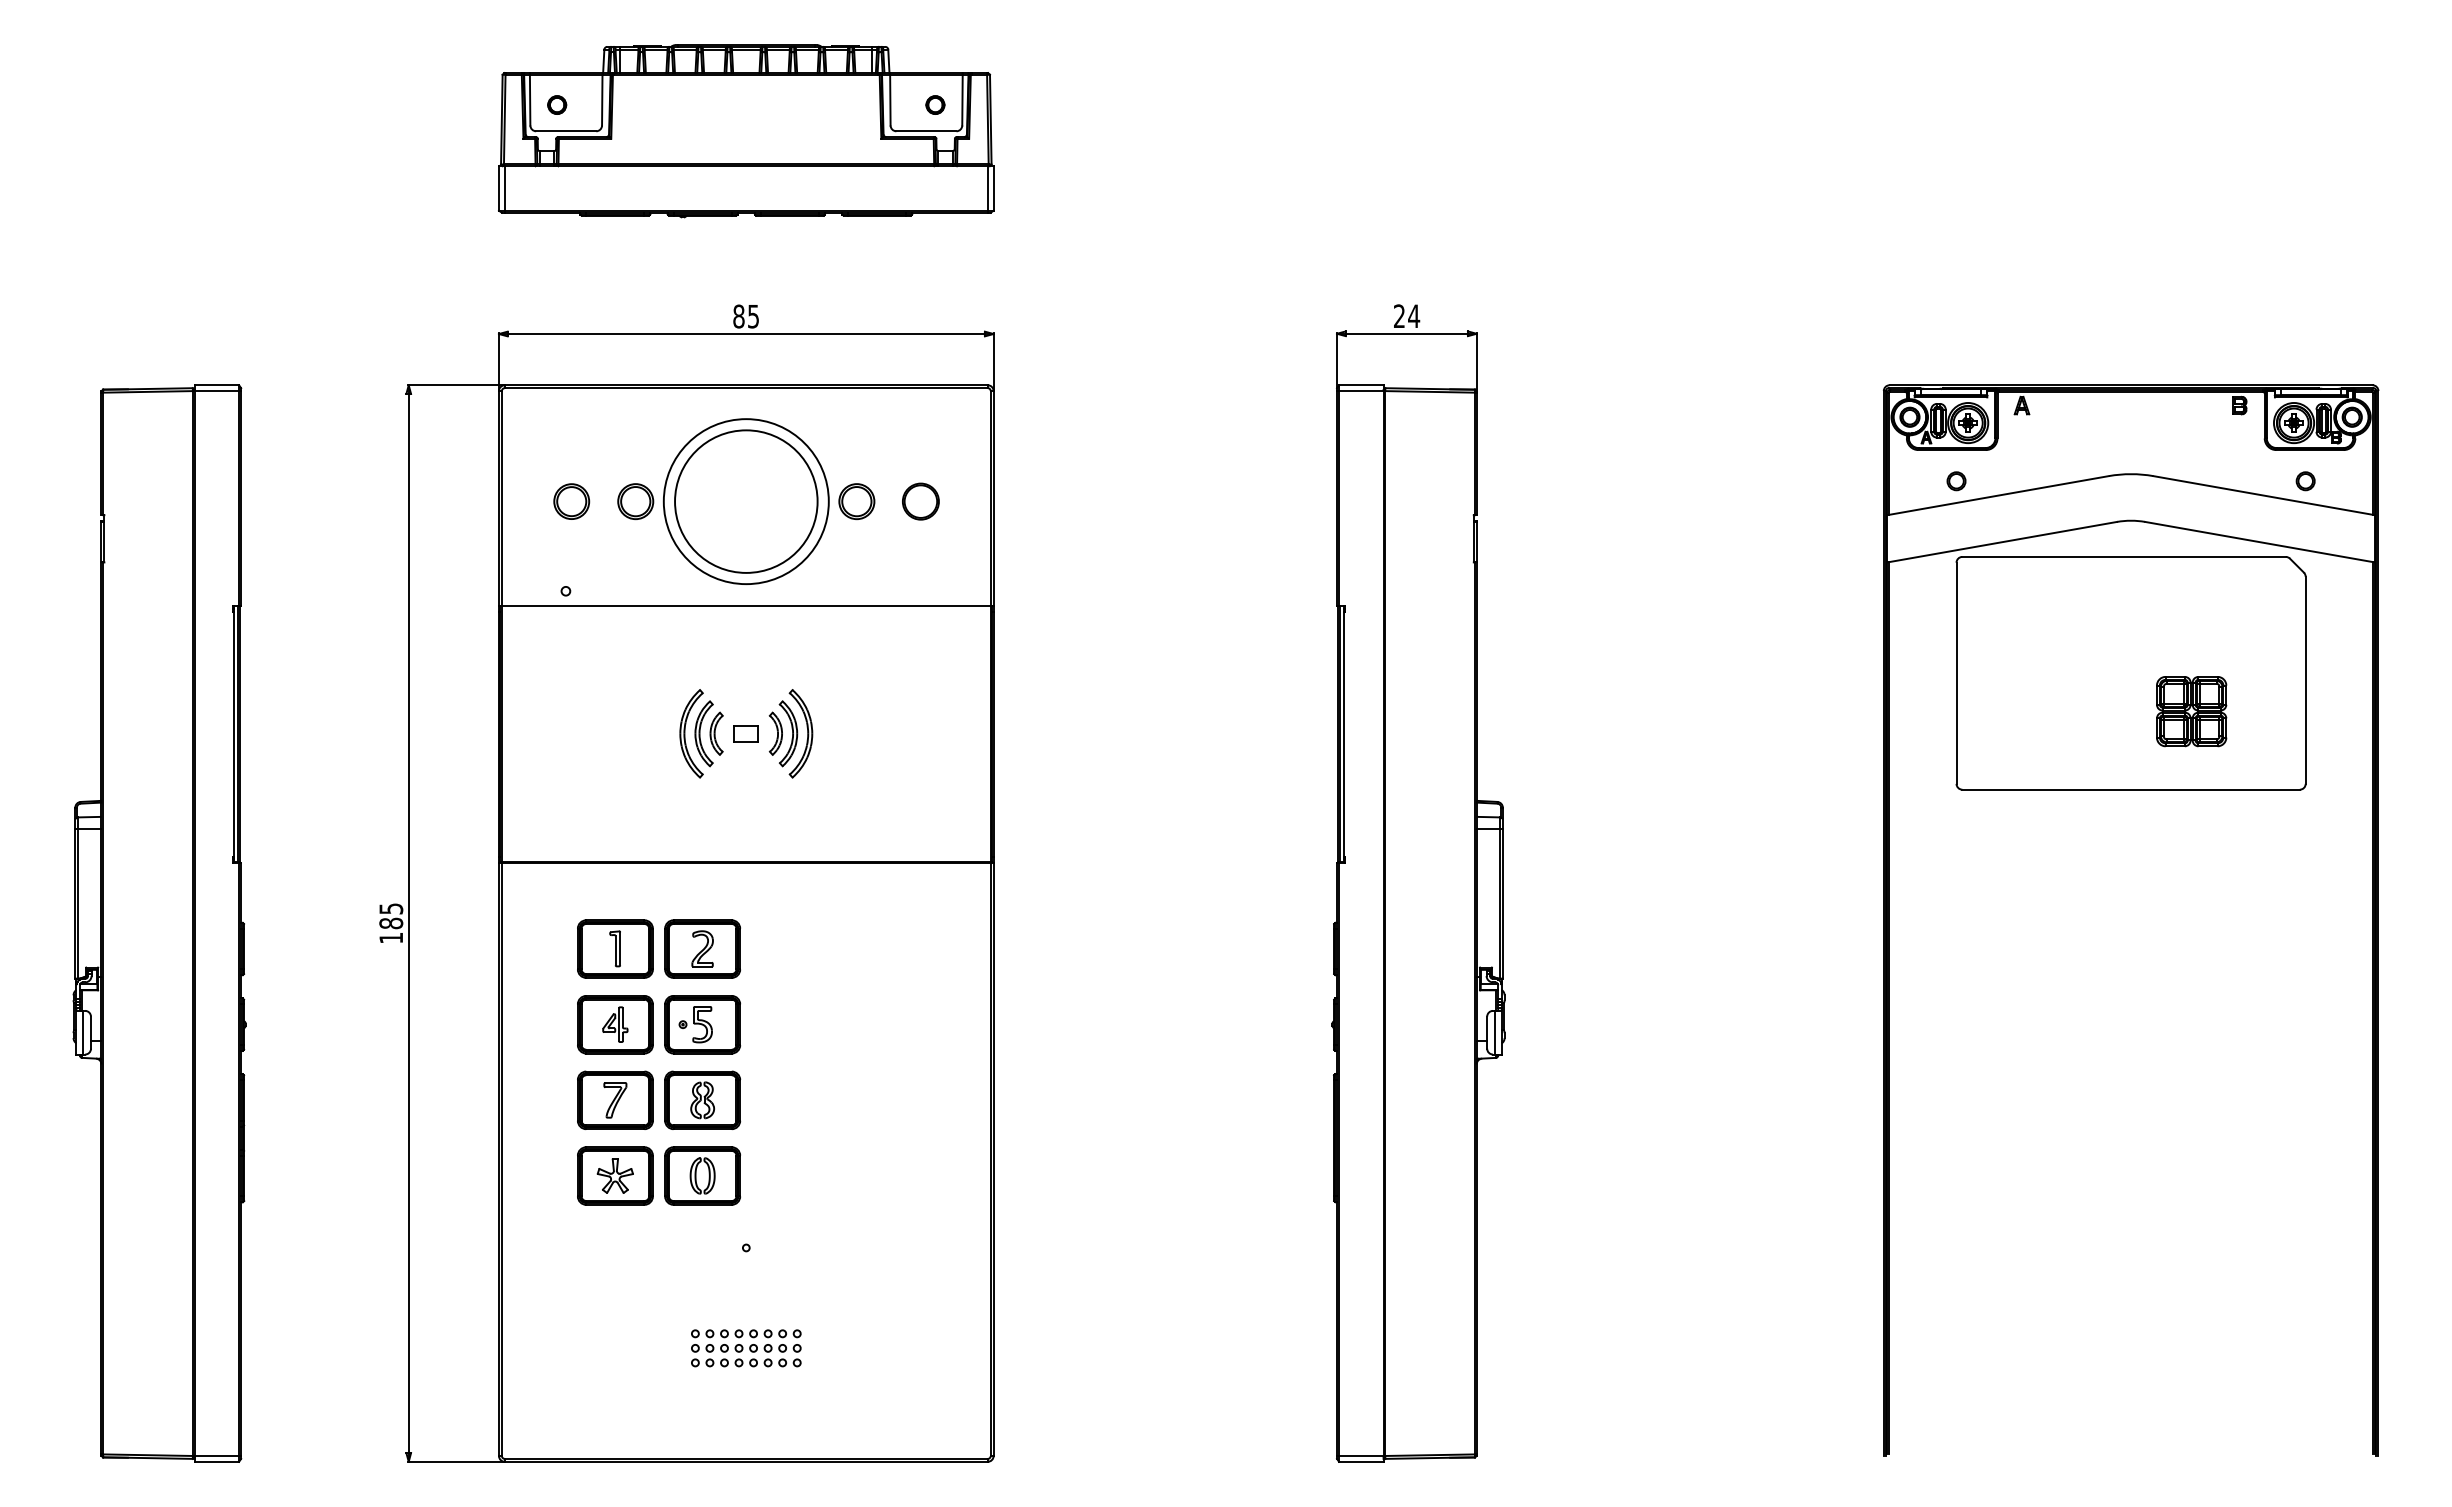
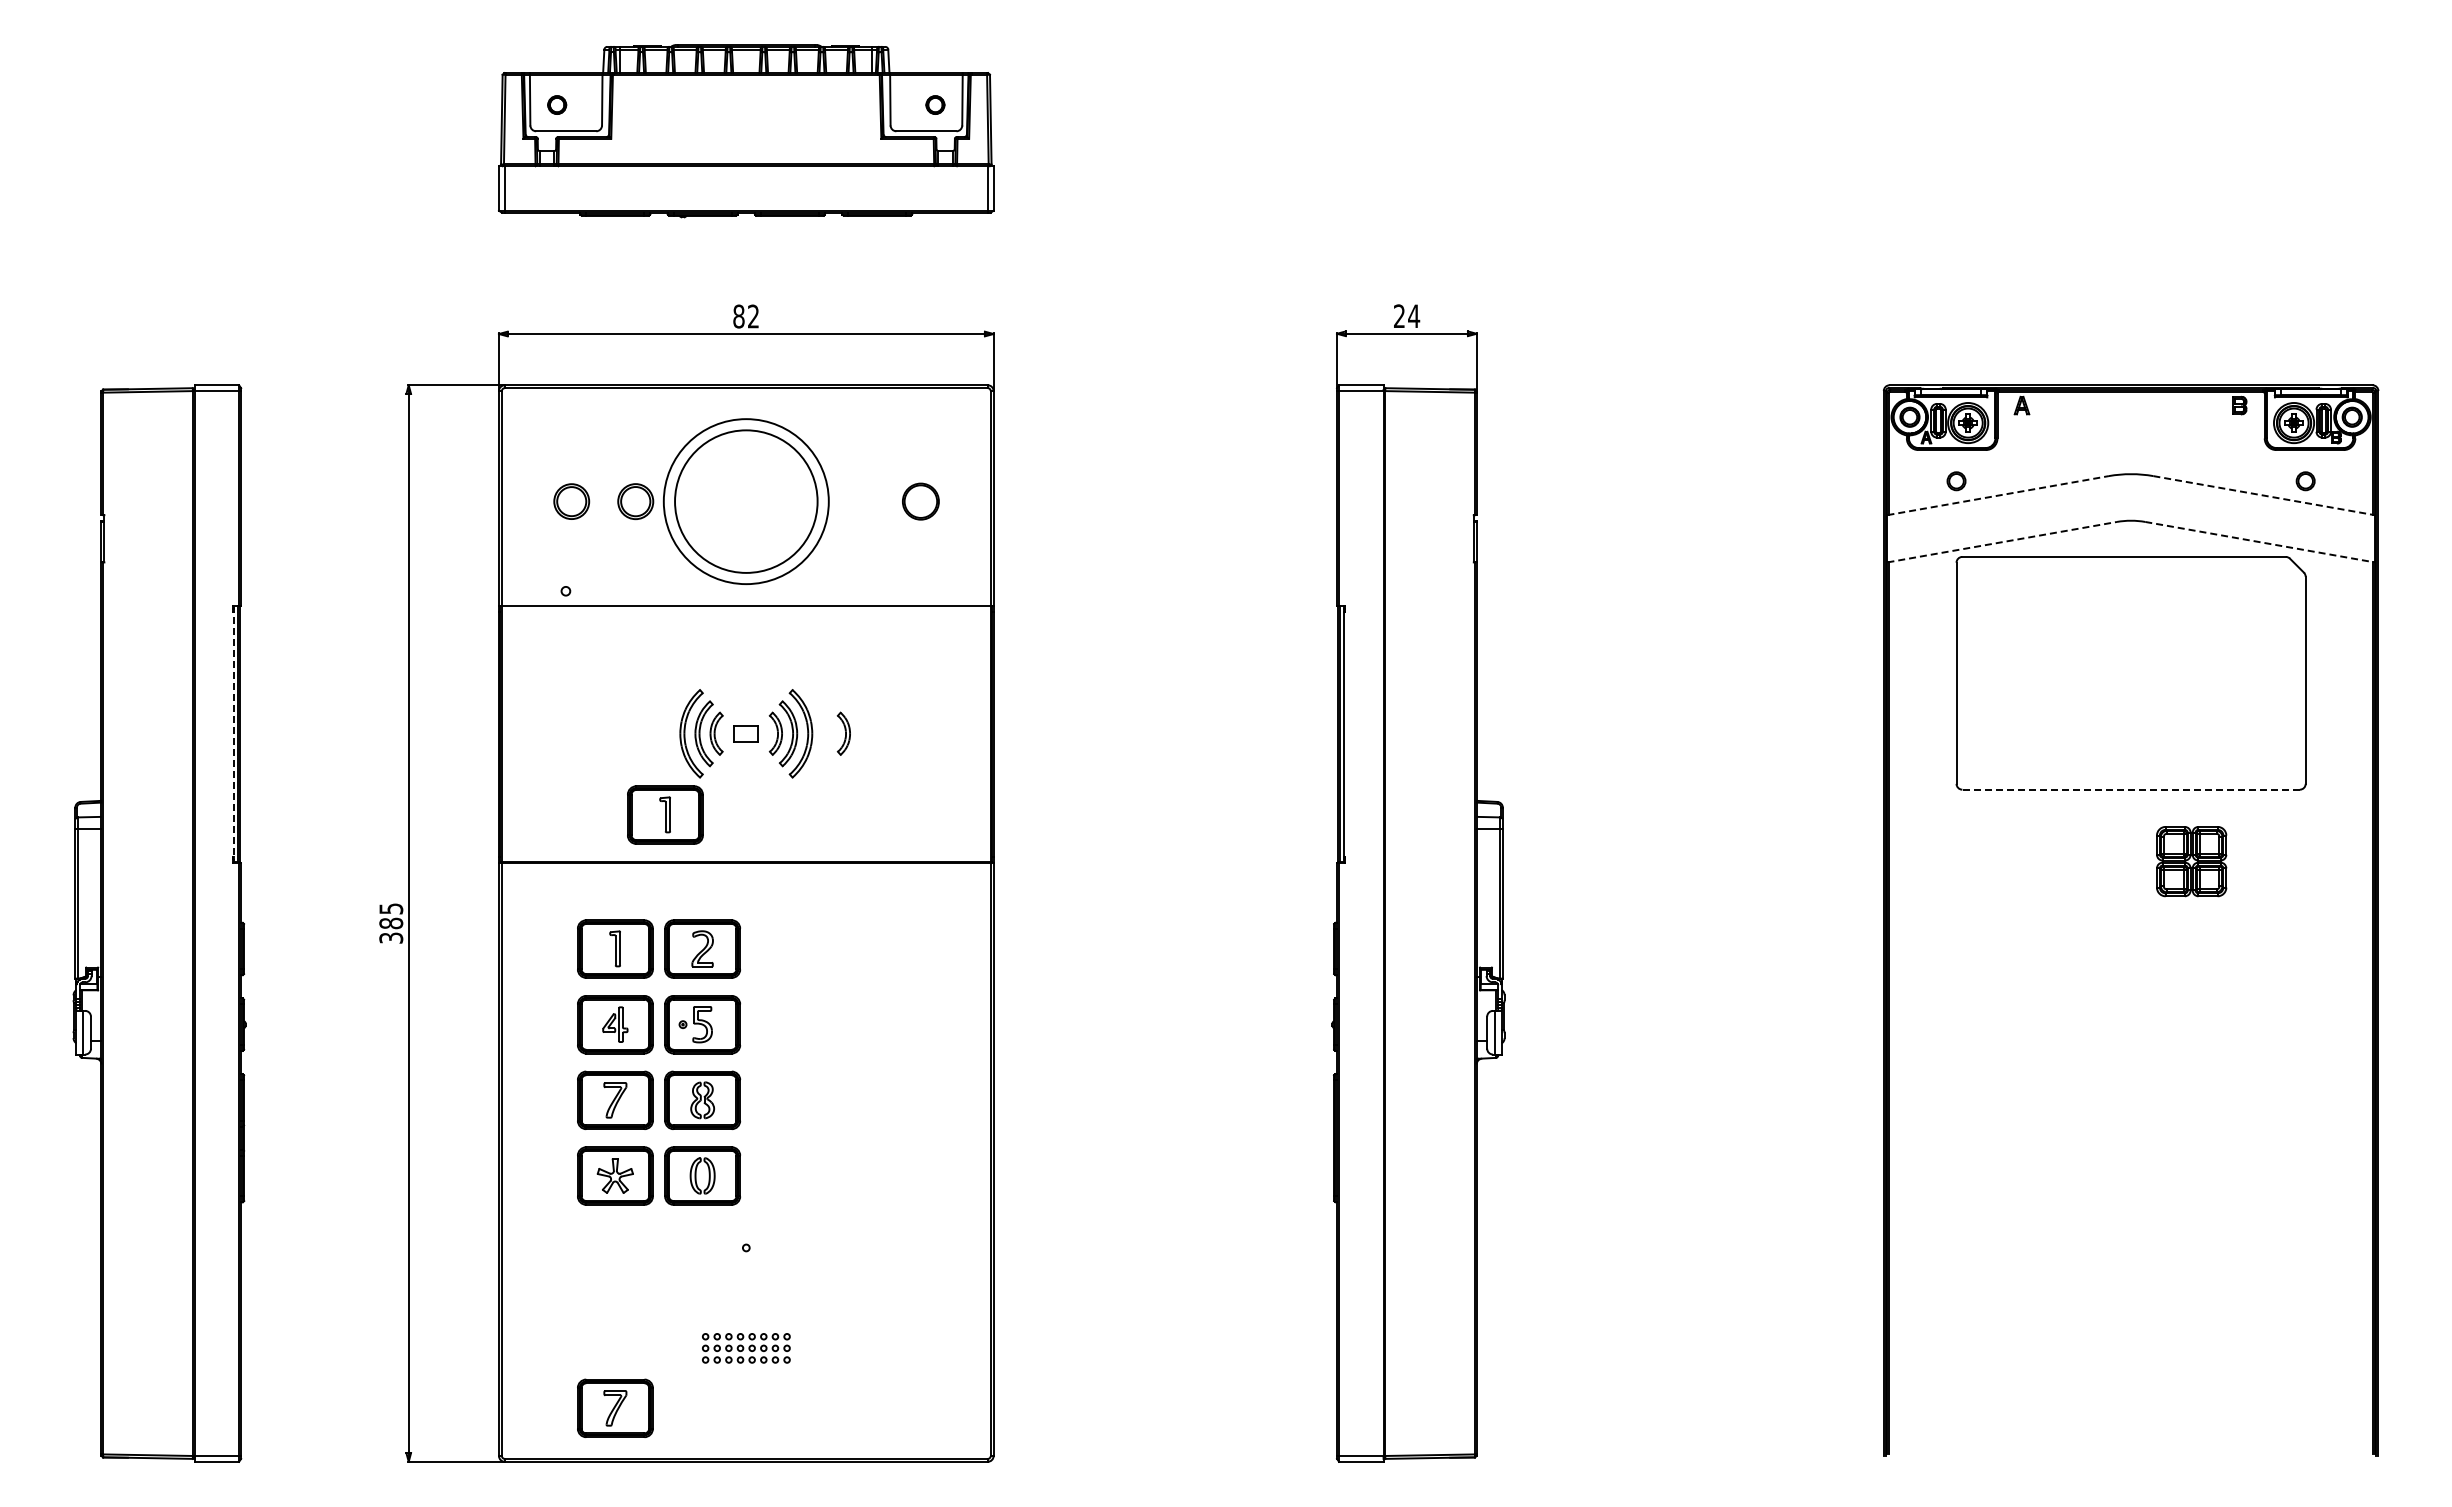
text at (753, 316): 85 -> 82
line at (1998, 495): solid -> dashed
line at (2264, 495): solid -> dashed
part at (856, 501): present -> none
line at (2002, 542): solid -> dashed
line at (2260, 542): solid -> dashed
part at (2191, 711) position: (2191, 711) -> (2191, 861)
part at (843, 733): none -> present
line at (233, 734): solid -> dashed
line at (2131, 789): solid -> dashed
part at (665, 814): none -> present
text at (391, 937): 185 -> 385
part at (746, 1348) size: 111x39 px -> 89x31 px
part at (615, 1407): none -> present
